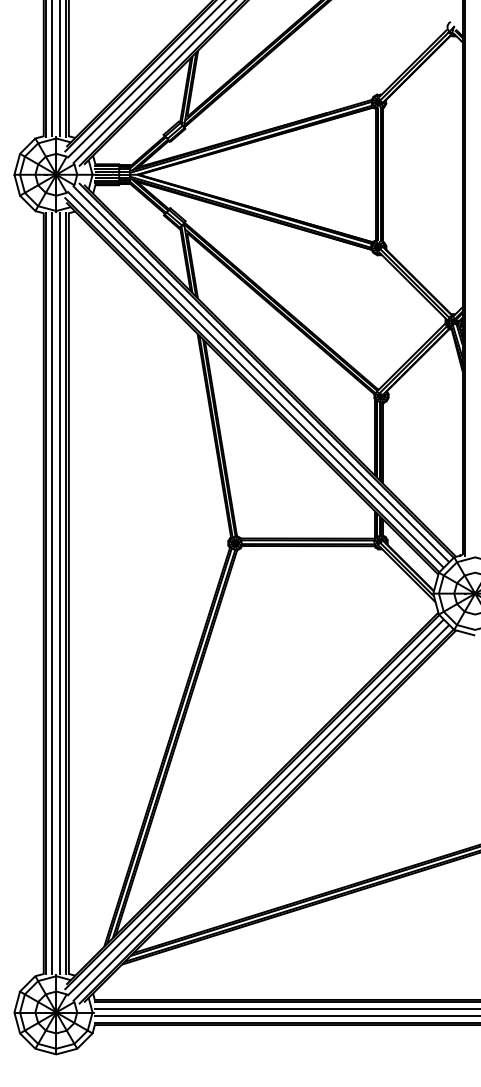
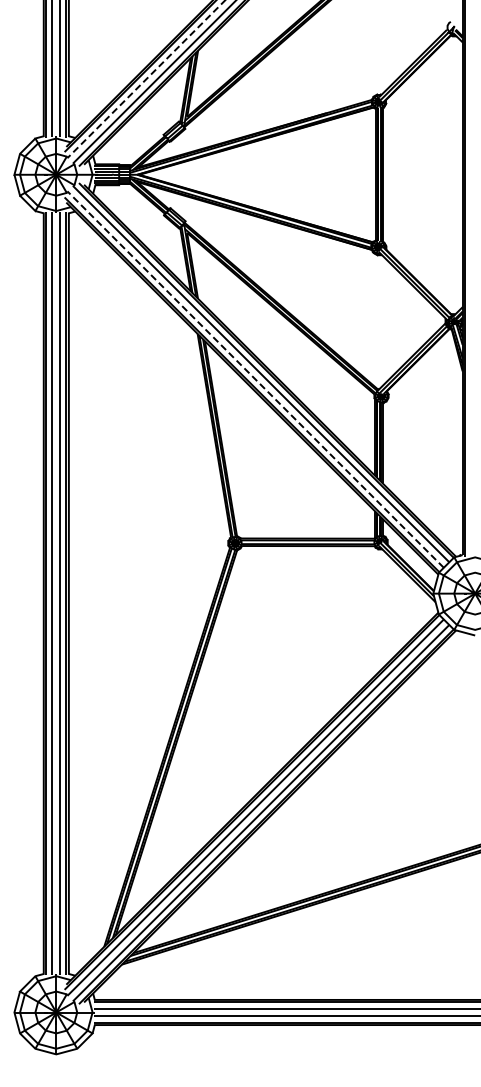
line at (146, 79): solid -> dashed
line at (255, 379): solid -> dashed
